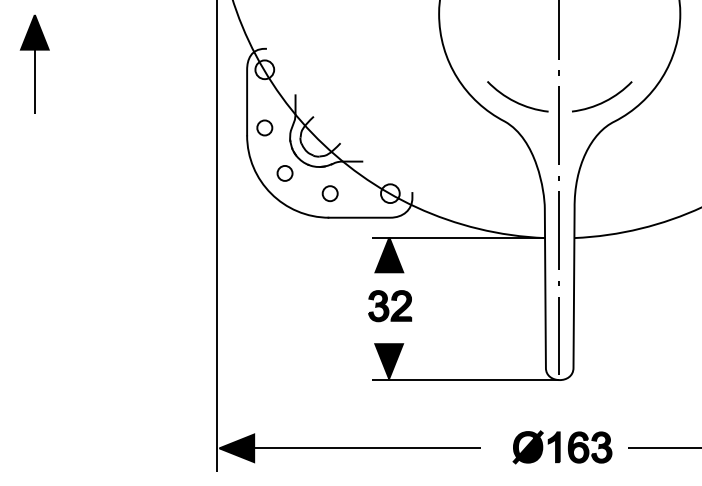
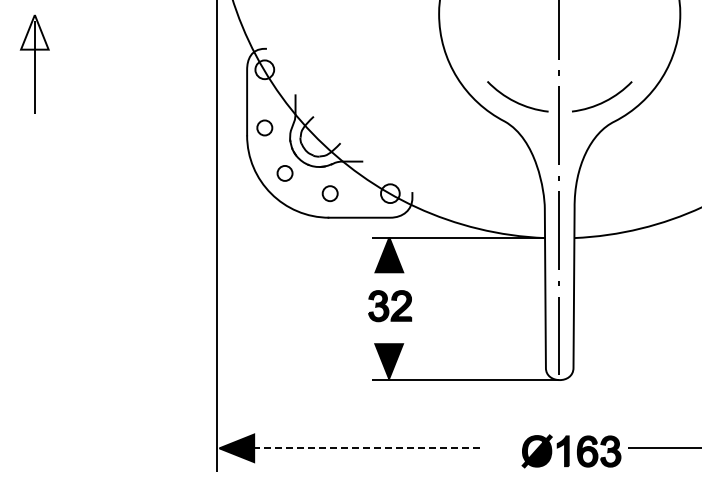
fill at (34, 32): present -> none
line at (356, 447): solid -> dashed
part at (562, 447) position: (562, 447) -> (571, 451)
